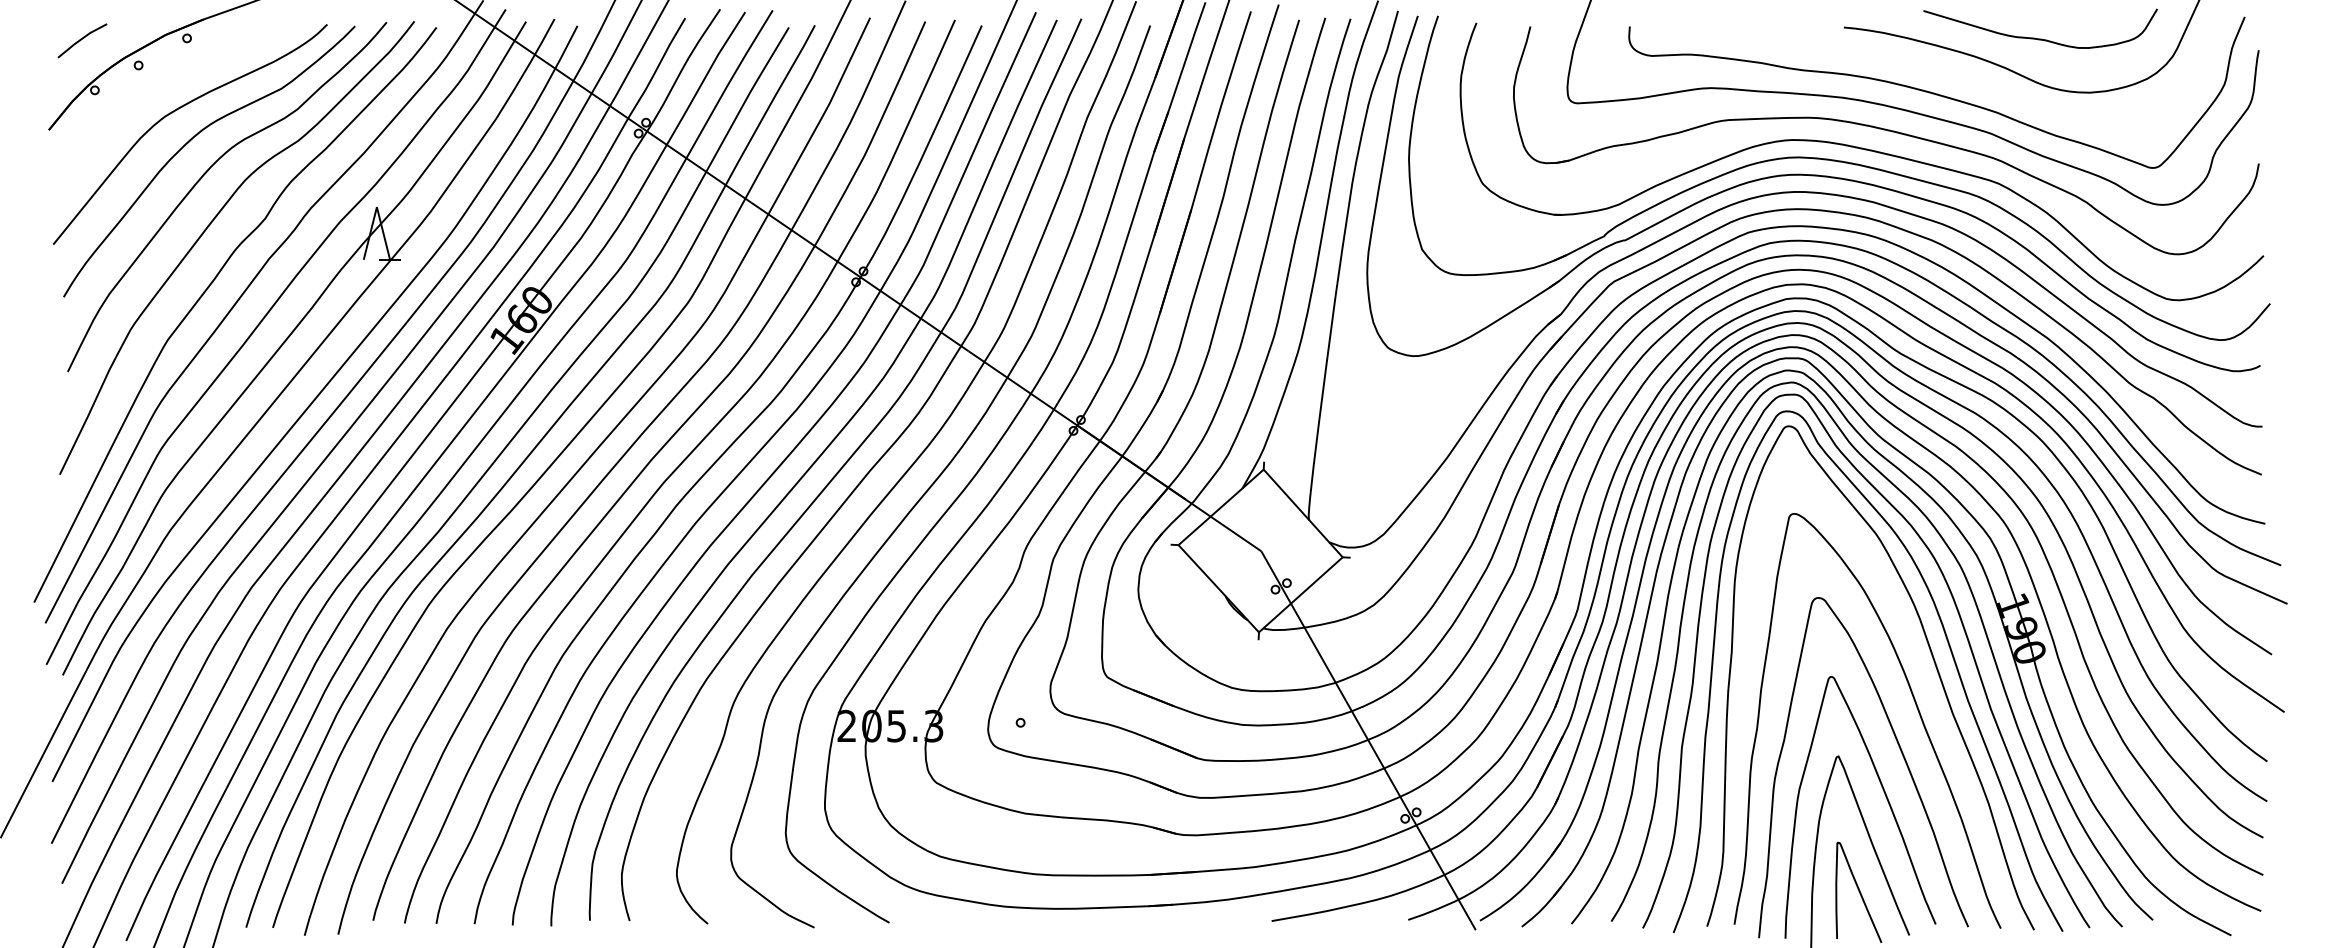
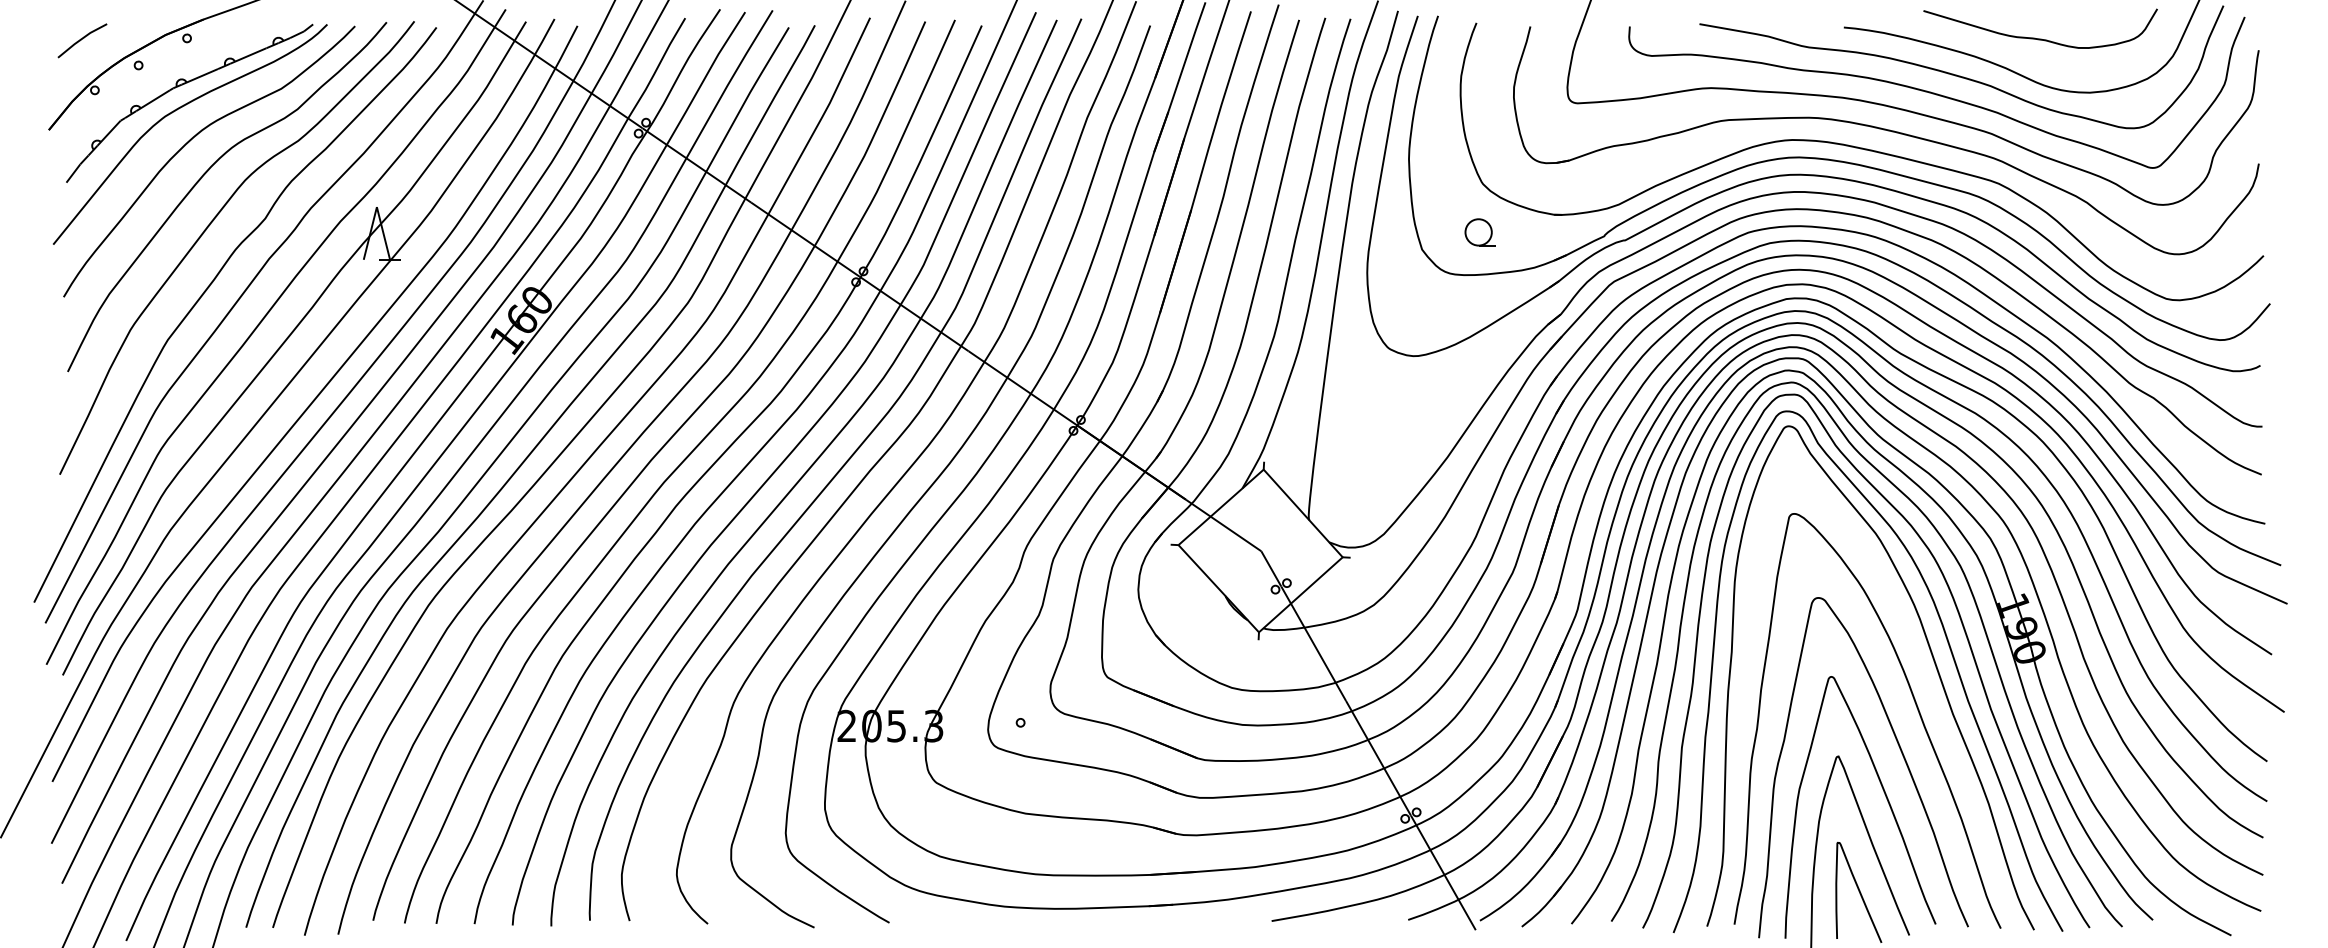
curve at (1960, 75): none -> present
part at (180, 86): none -> present
part at (1479, 232): none -> present
